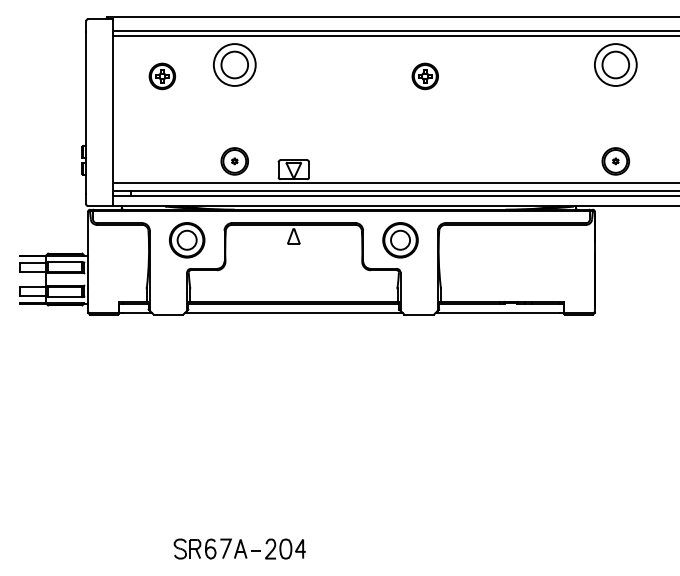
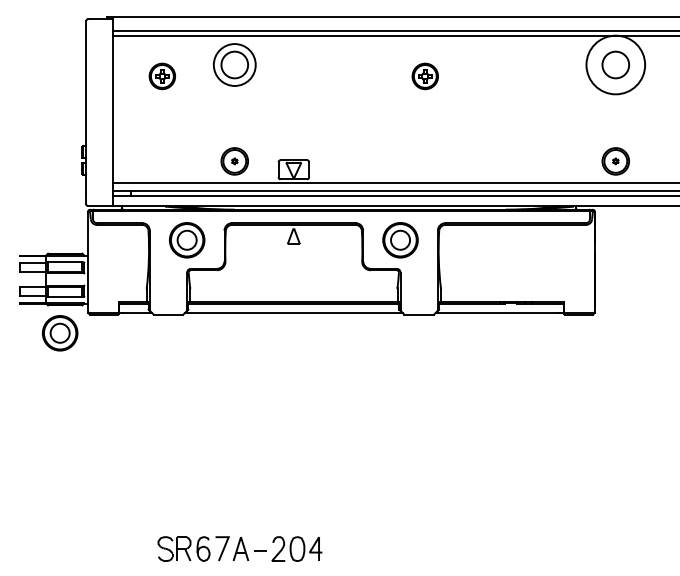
circle at (615, 64) diameter: 42 px -> 59 px
part at (60, 333): none -> present
part at (239, 548) size: 133x22 px -> 166x26 px
